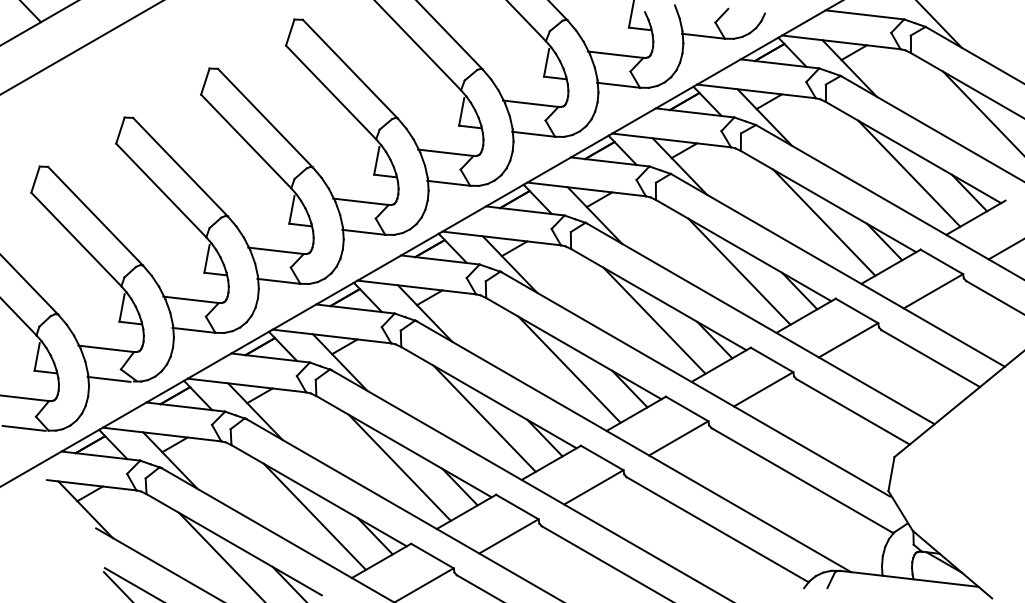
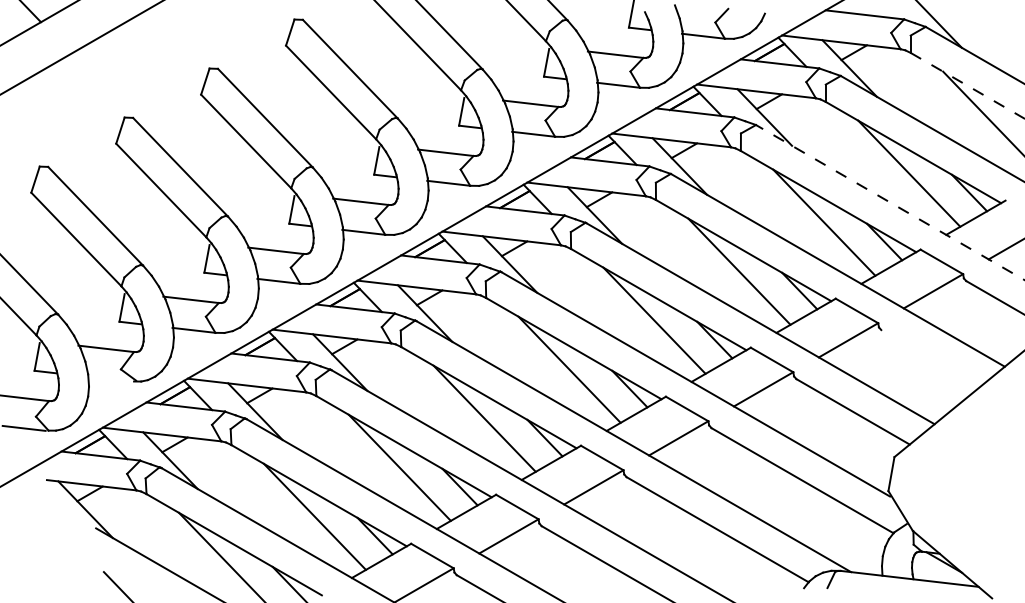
line at (967, 85): solid -> dashed
line at (889, 202): solid -> dashed
line at (930, 358): present -> none
line at (108, 378): present -> none
line at (131, 583): present -> none
